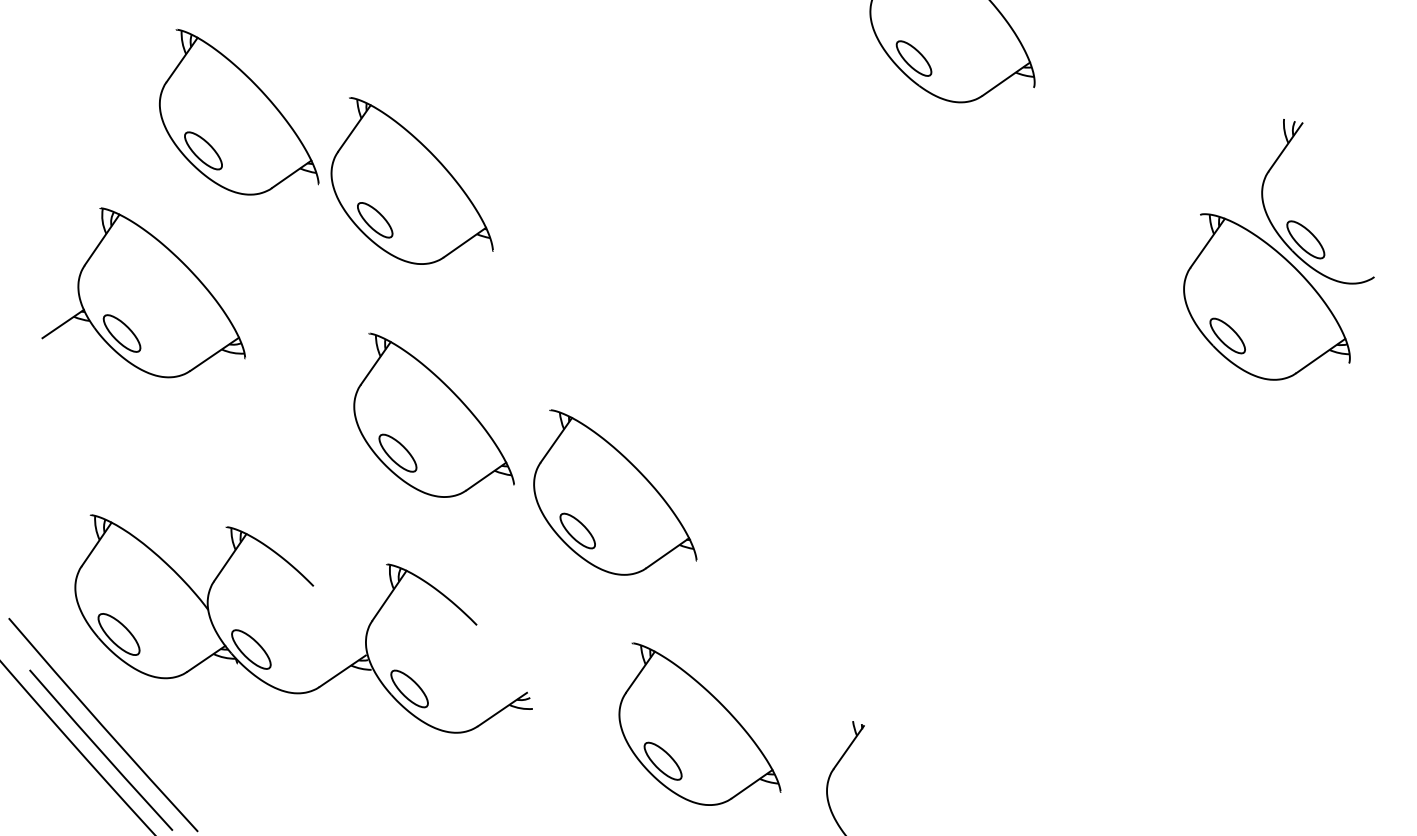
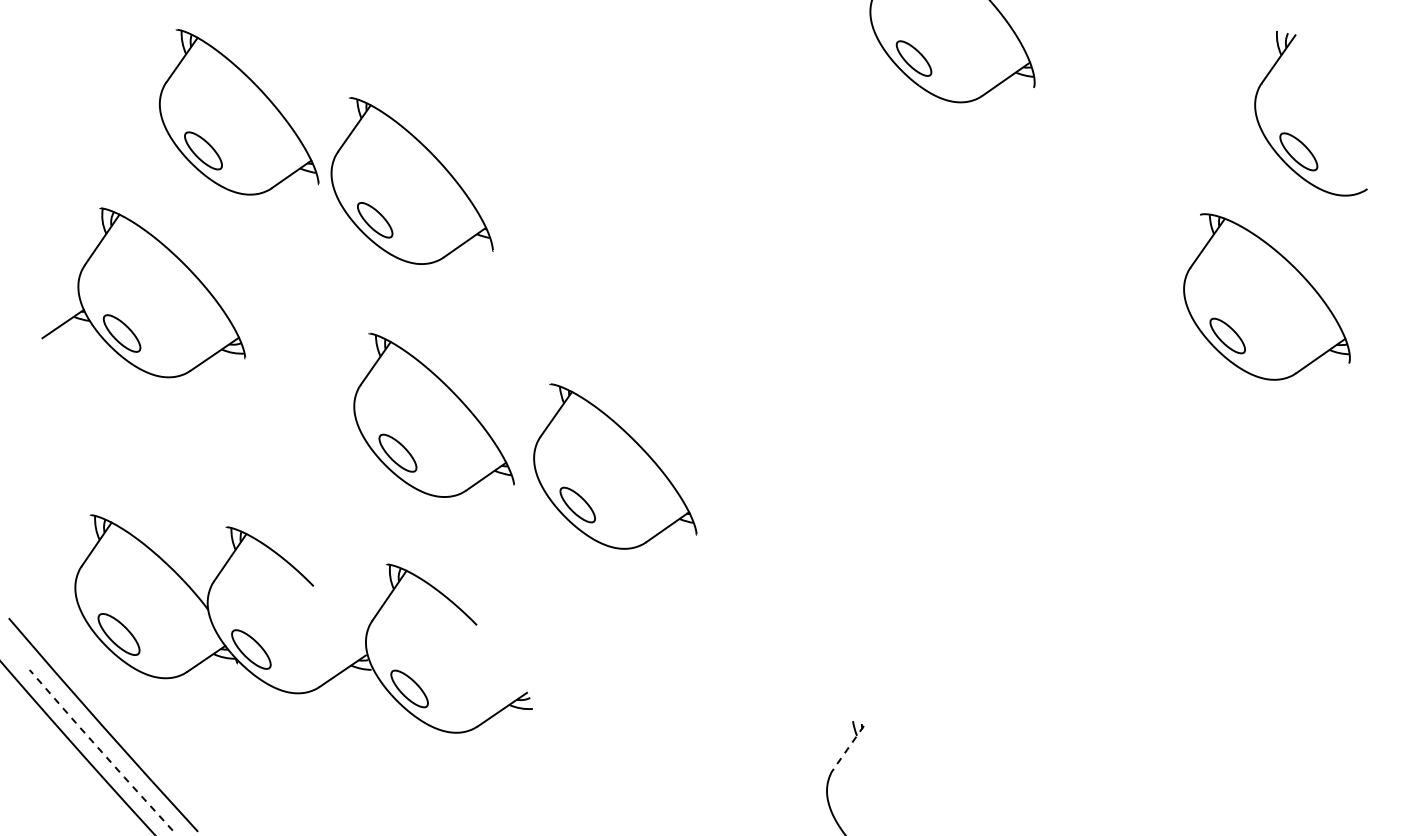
part at (1302, 224) position: (1302, 224) -> (1295, 136)
part at (615, 492) position: (615, 492) -> (615, 466)
part at (699, 723): present -> none
line at (848, 747): solid -> dashed
line at (100, 750): solid -> dashed
